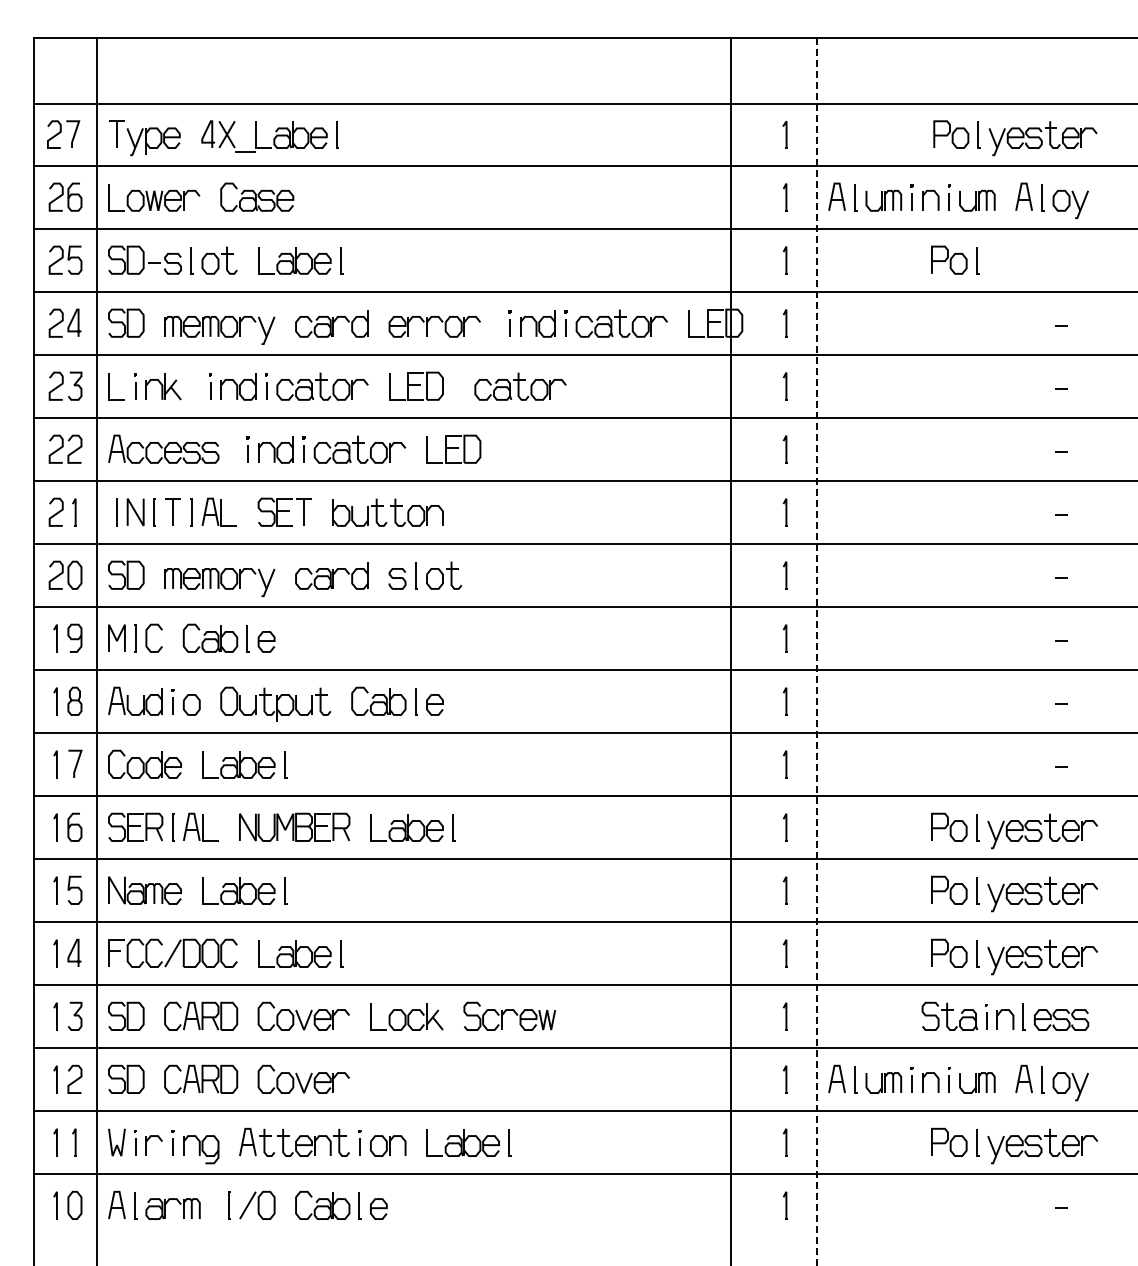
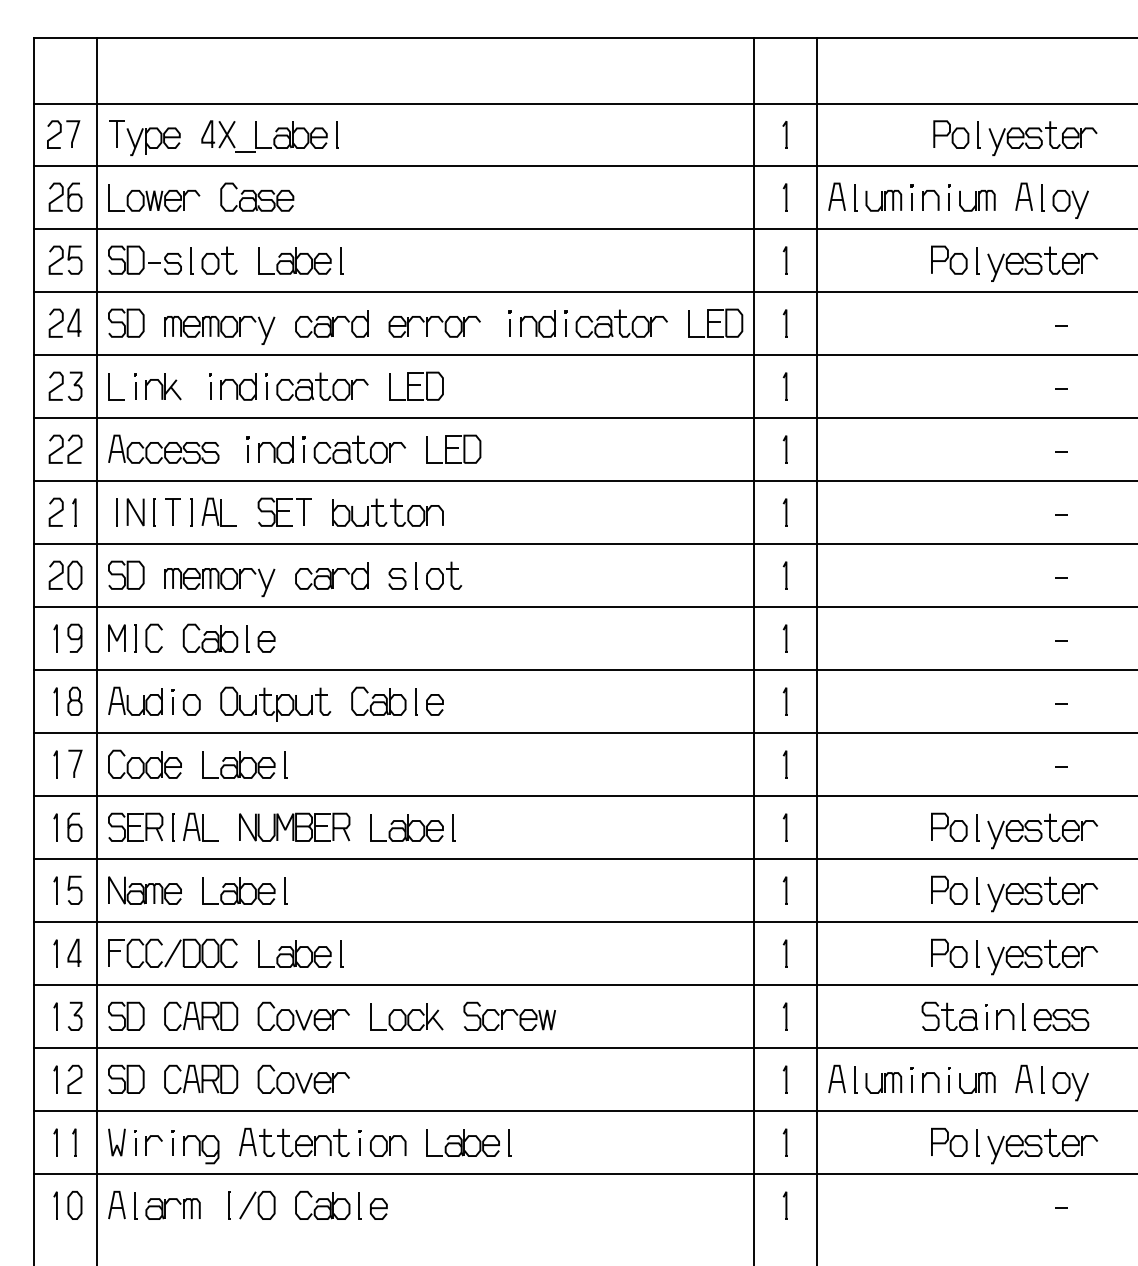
part at (1042, 263): none -> present
part at (520, 386): present -> none
line at (731, 649) position: (731, 649) -> (754, 649)
line at (816, 651): dashed -> solid
